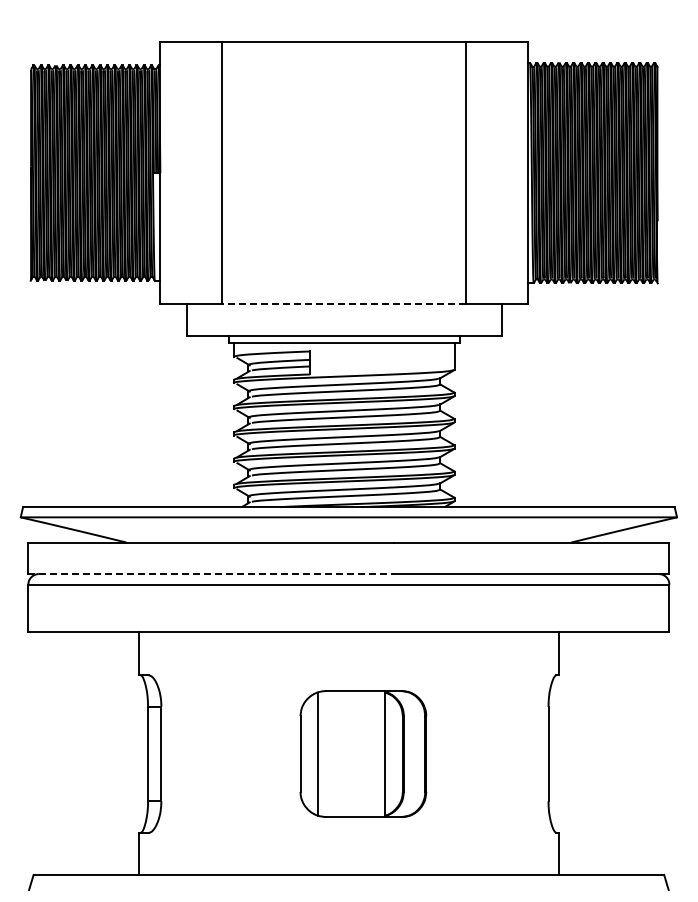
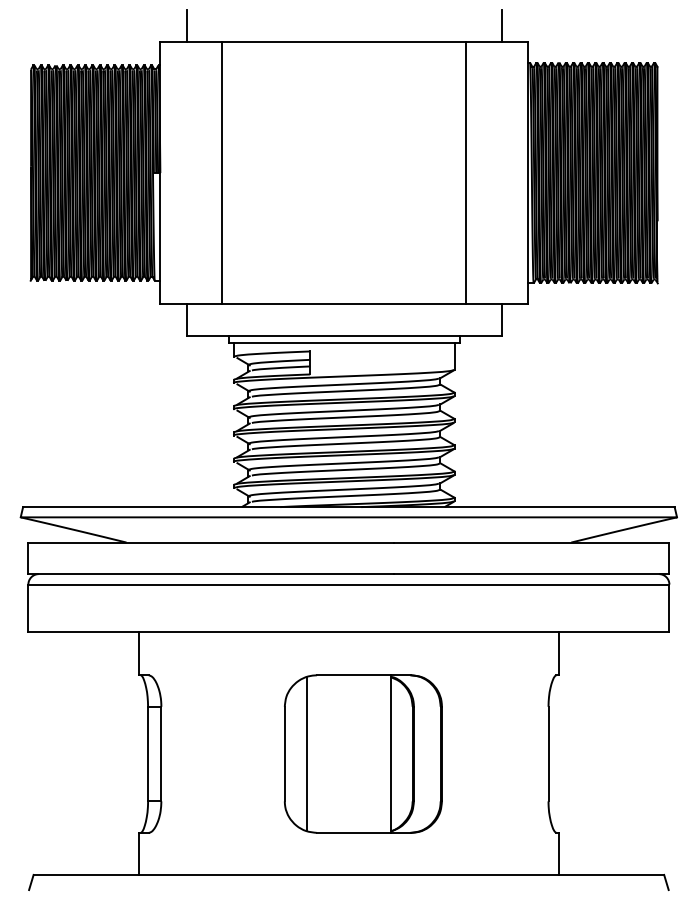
line at (186, 25): none -> present
line at (501, 25): none -> present
line at (344, 304): dashed -> solid
line at (211, 574): dashed -> solid
part at (363, 753) size: 129x128 px -> 159x160 px
